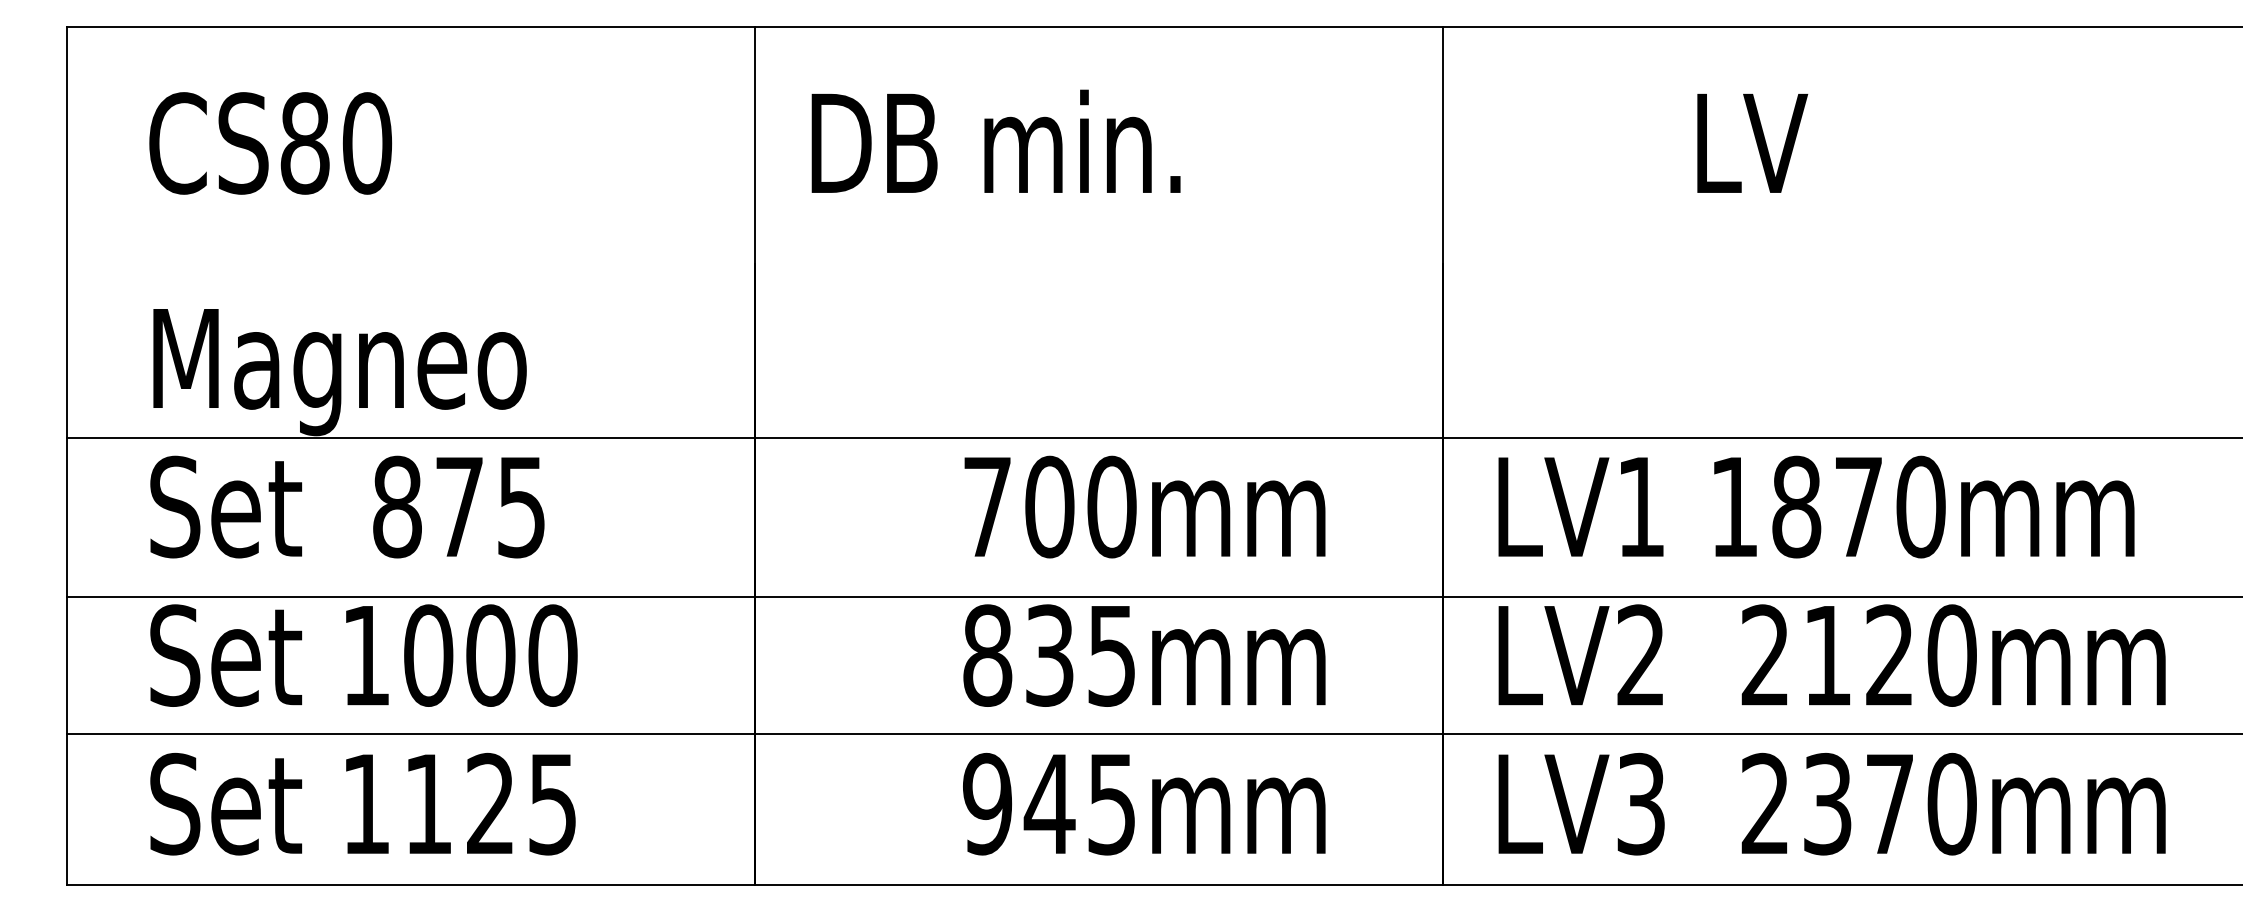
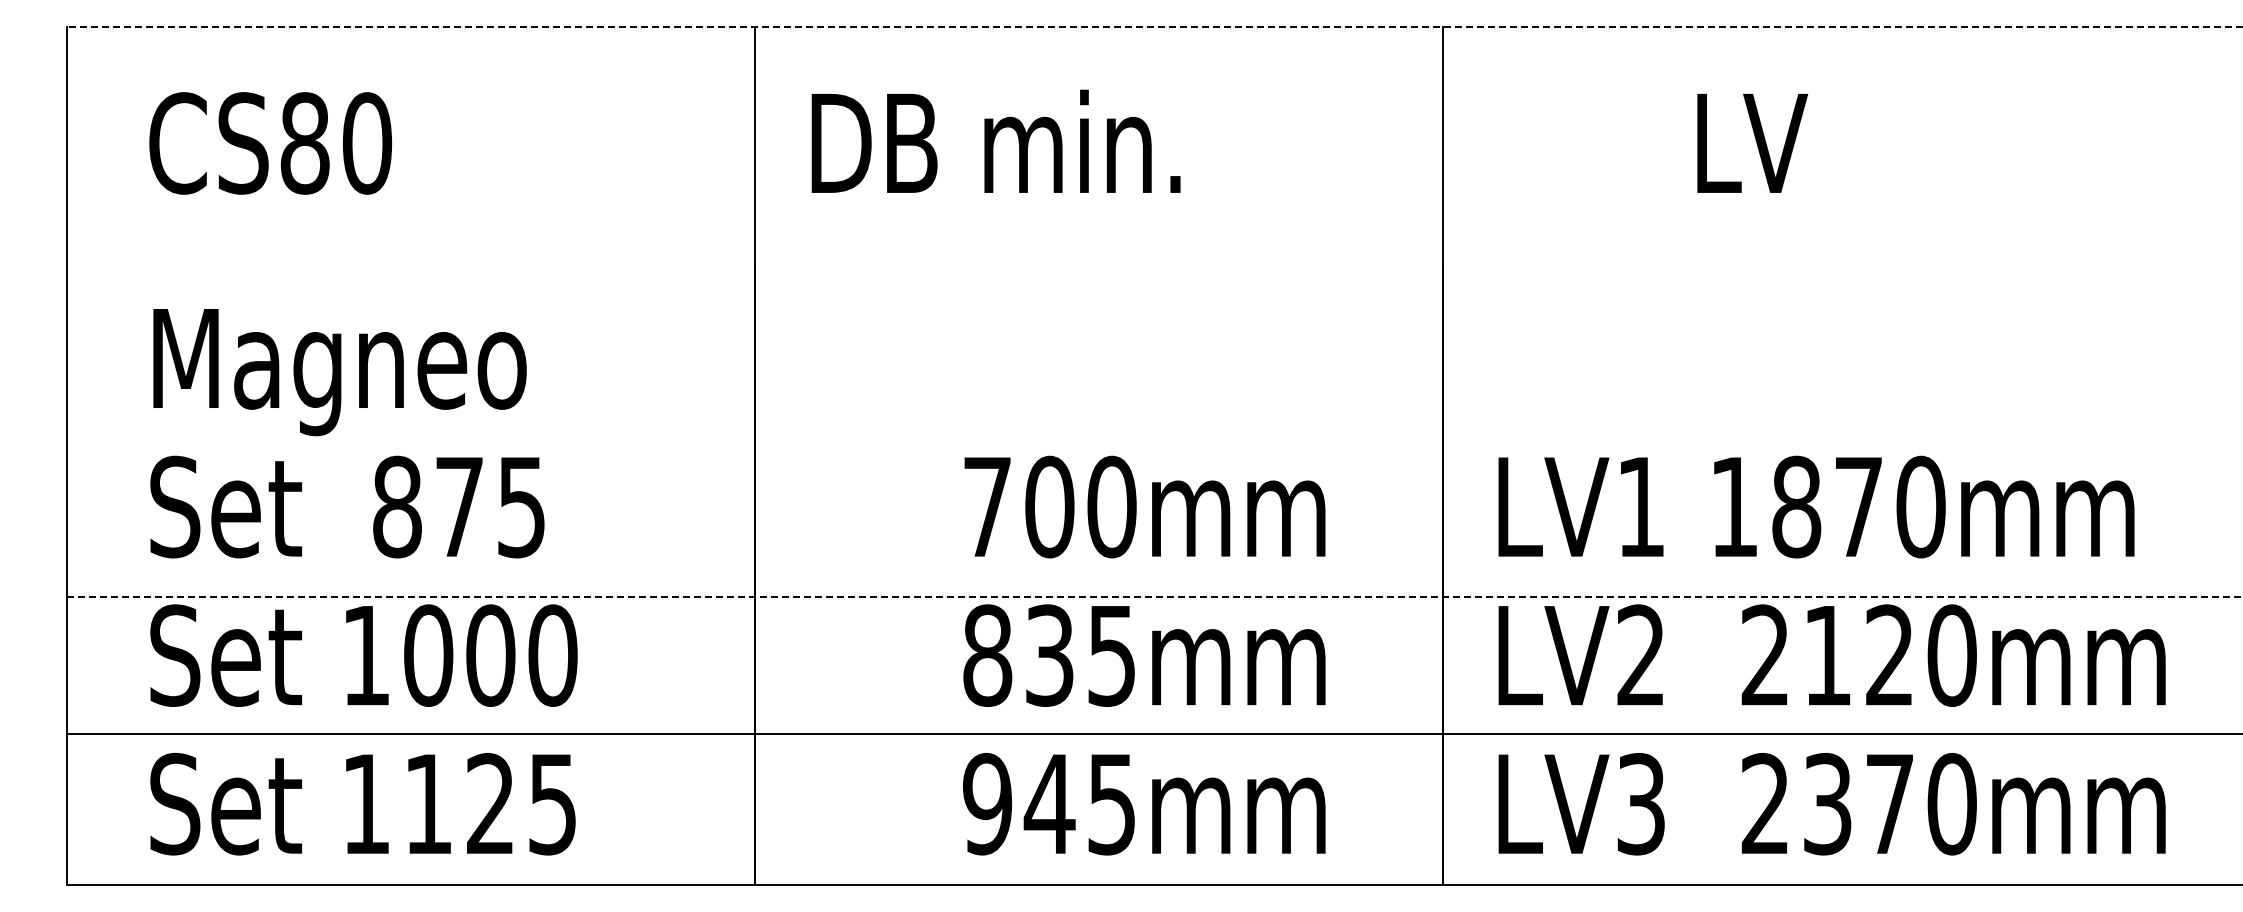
line at (1155, 27): solid -> dashed
line at (1153, 437): present -> none
line at (1155, 597): solid -> dashed
